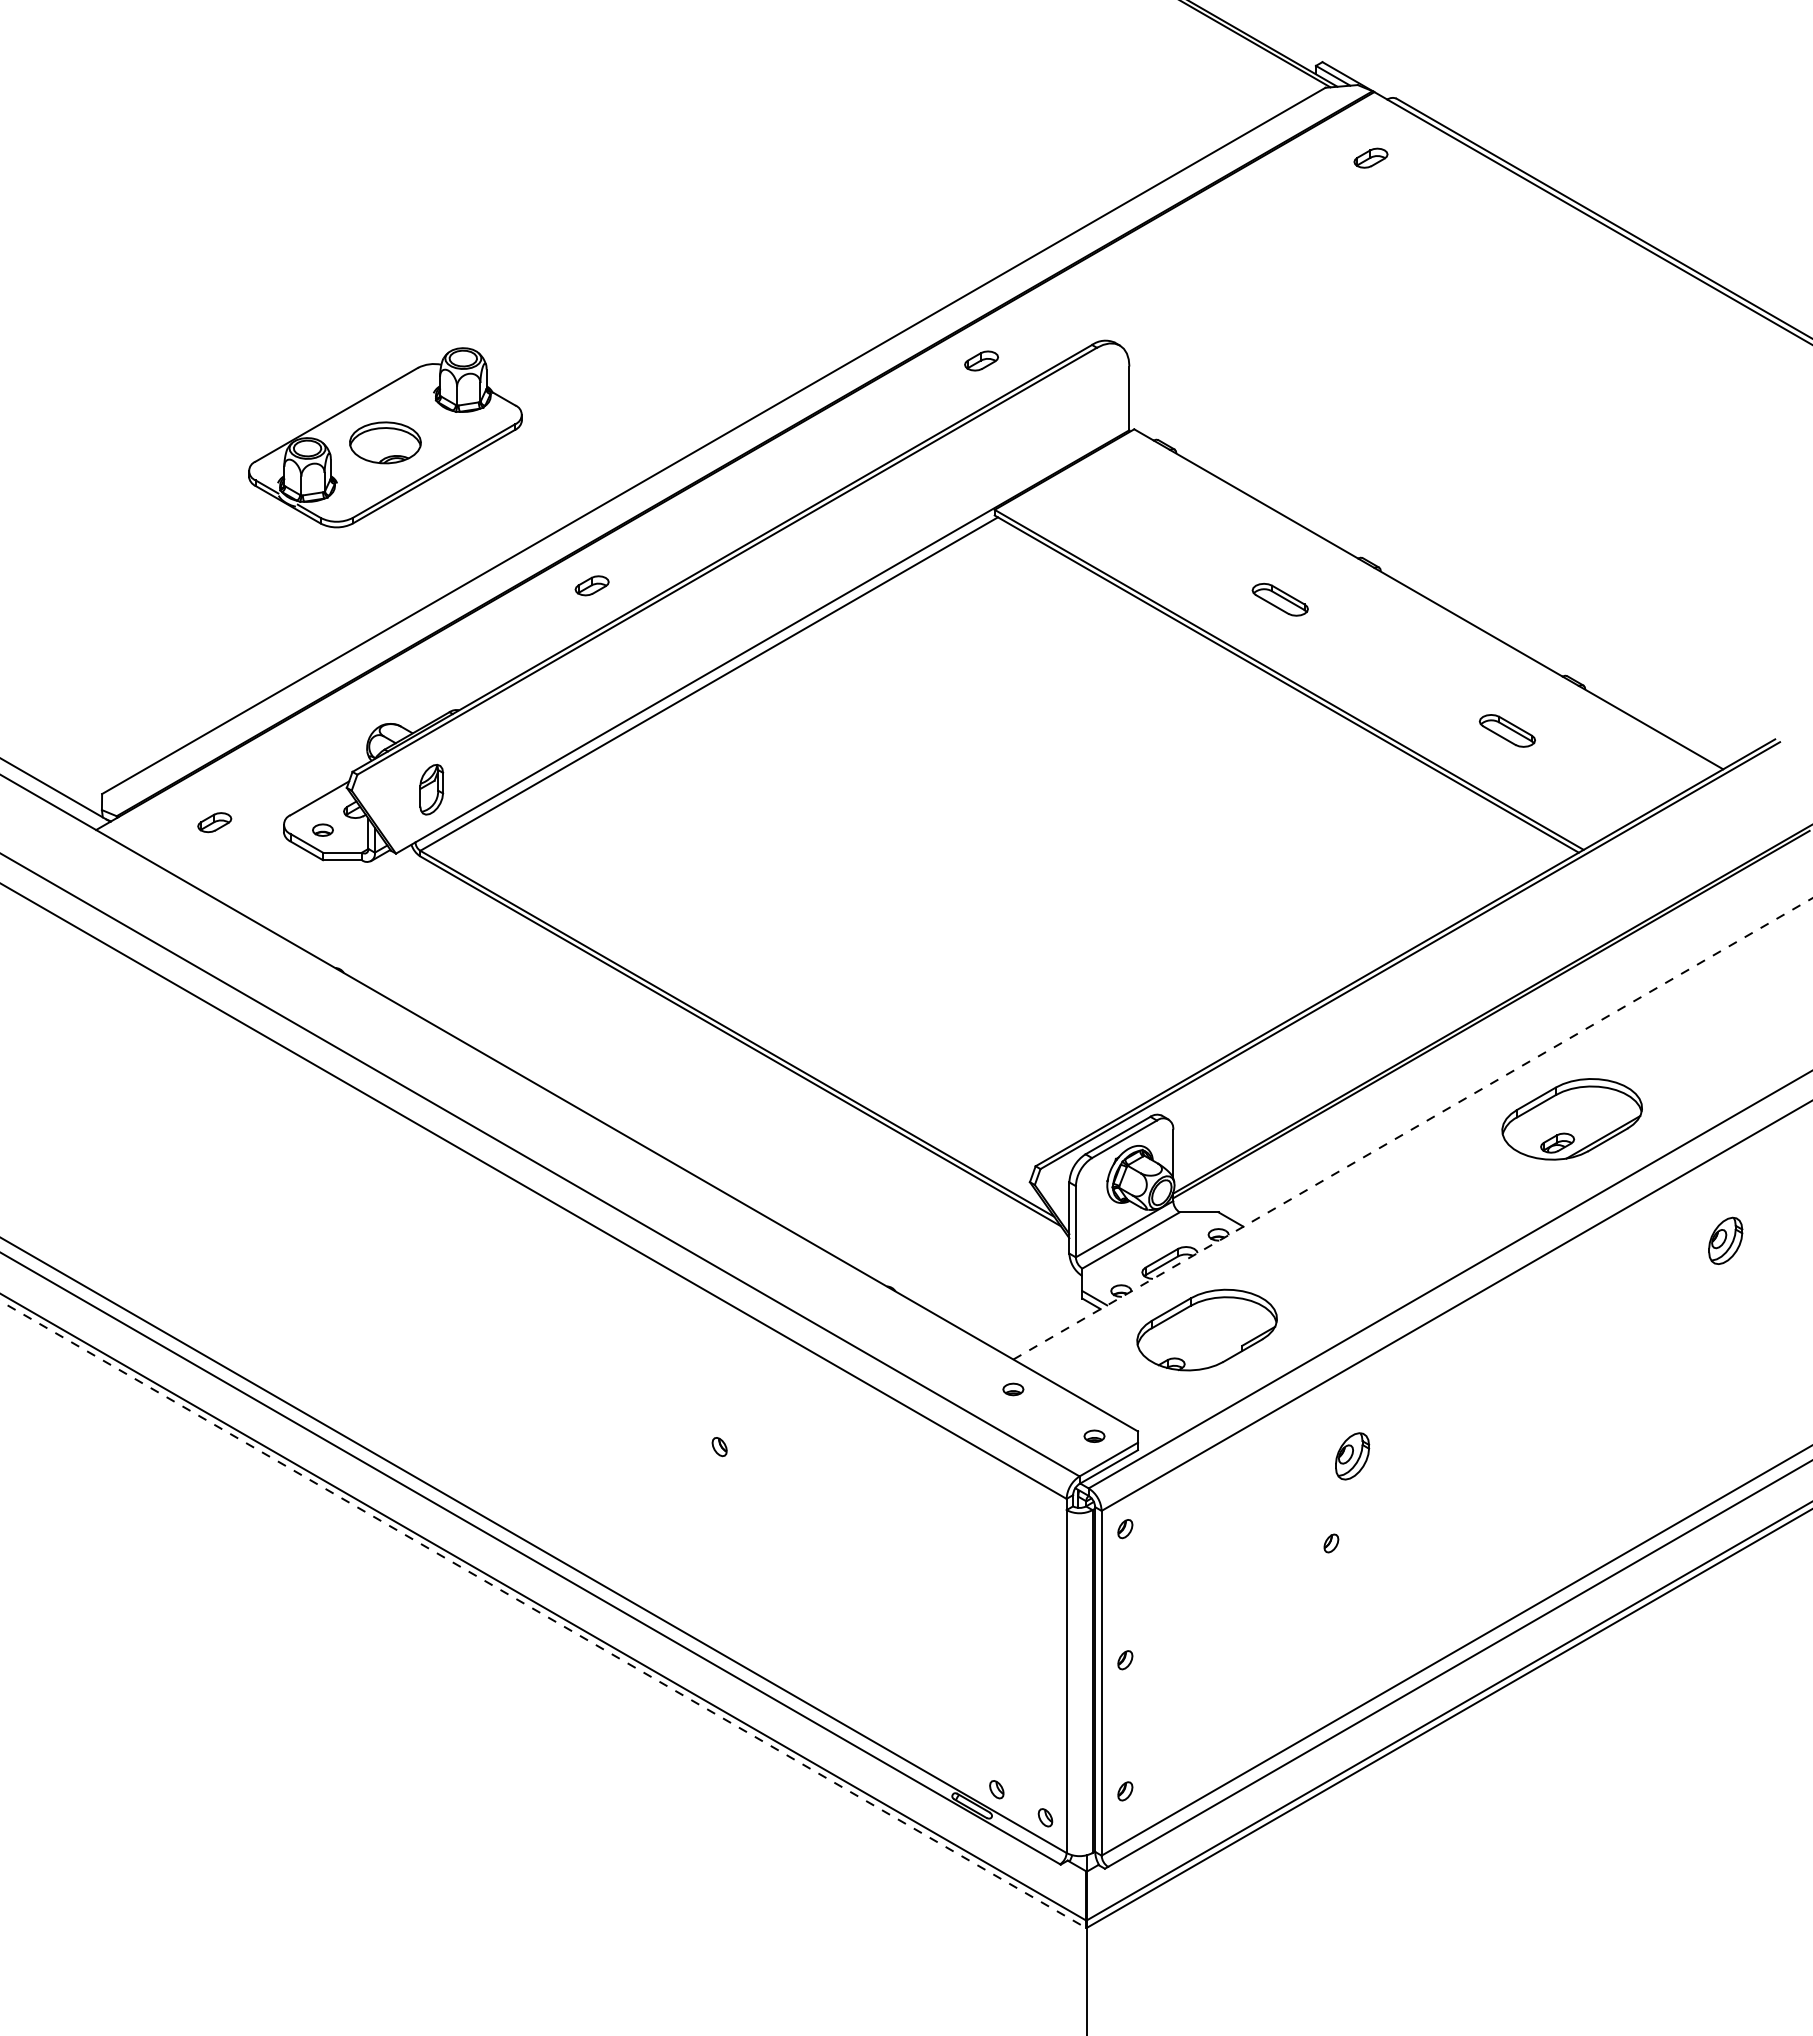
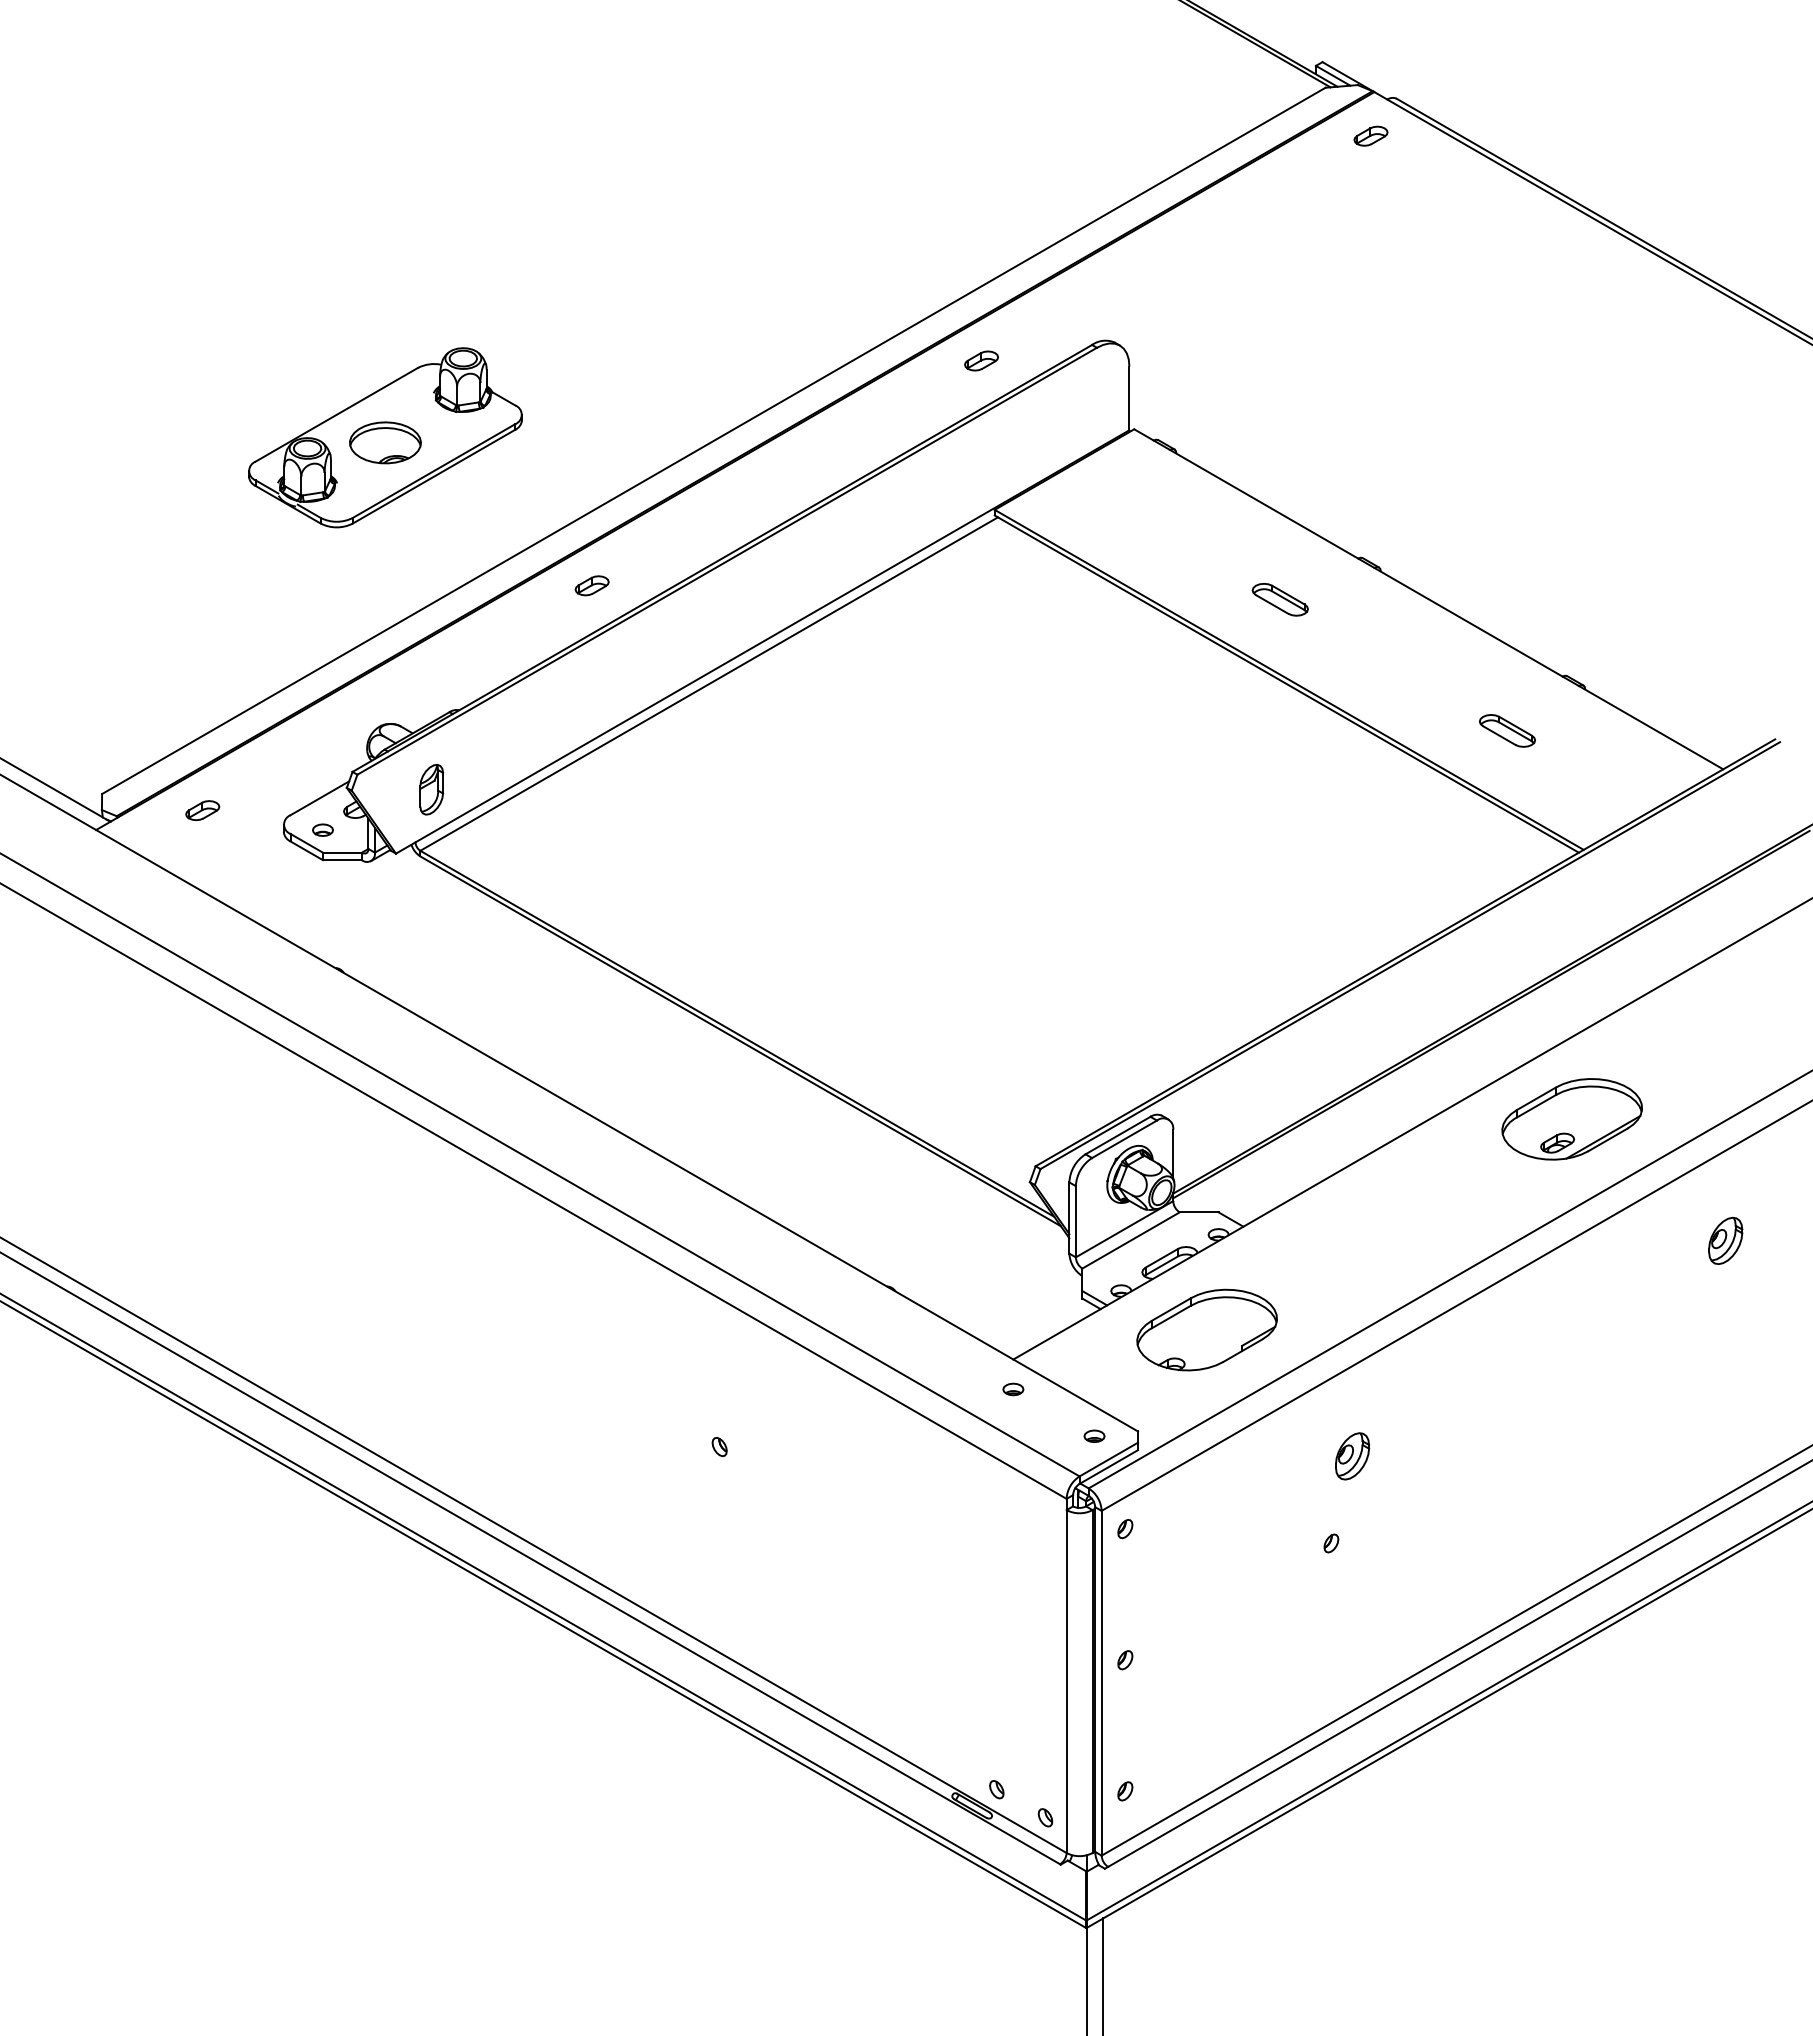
part at (1370, 157) position: (1370, 157) -> (1370, 135)
part at (214, 822) position: (214, 822) -> (202, 810)
line at (1413, 1128): dashed -> solid
line at (543, 1614): dashed -> solid
line at (1103, 1975): none -> present
